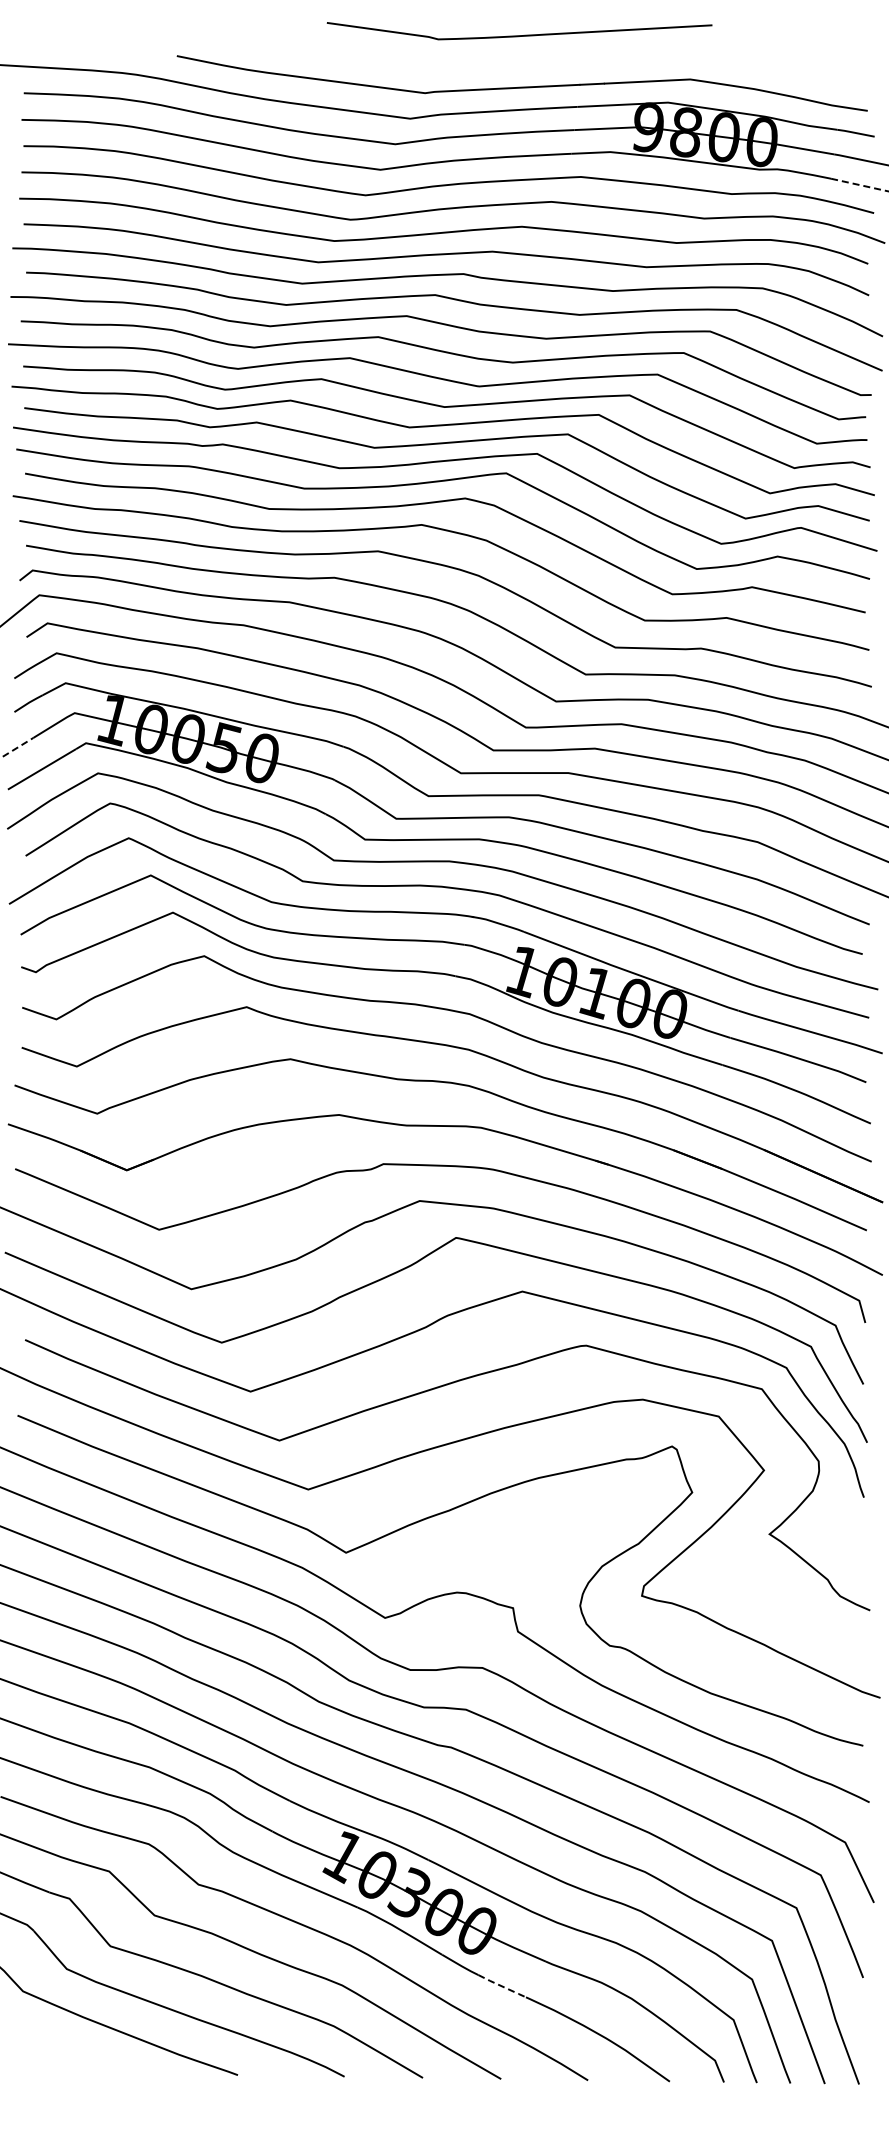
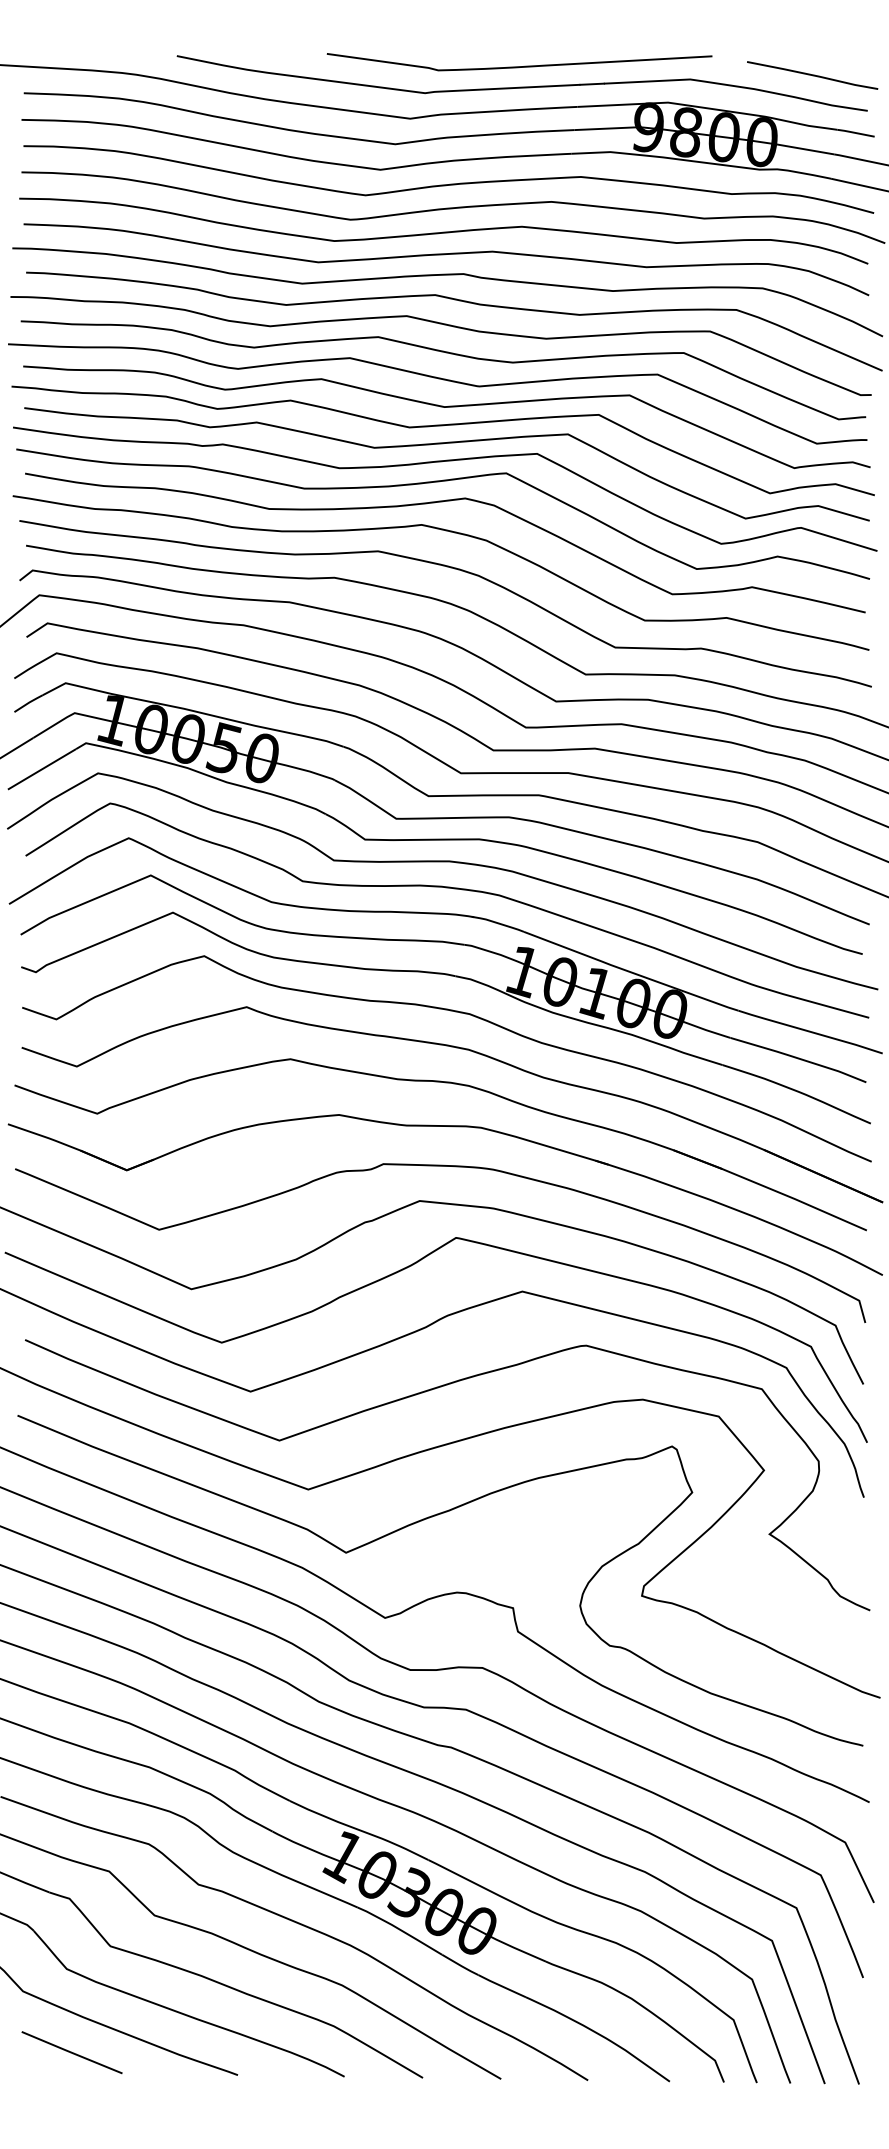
curve at (519, 35) position: (519, 35) -> (519, 66)
line at (812, 75): none -> present
line at (860, 185): dashed -> solid
line at (17, 747): dashed -> solid
line at (502, 1986): dashed -> solid
line at (71, 2052): none -> present
